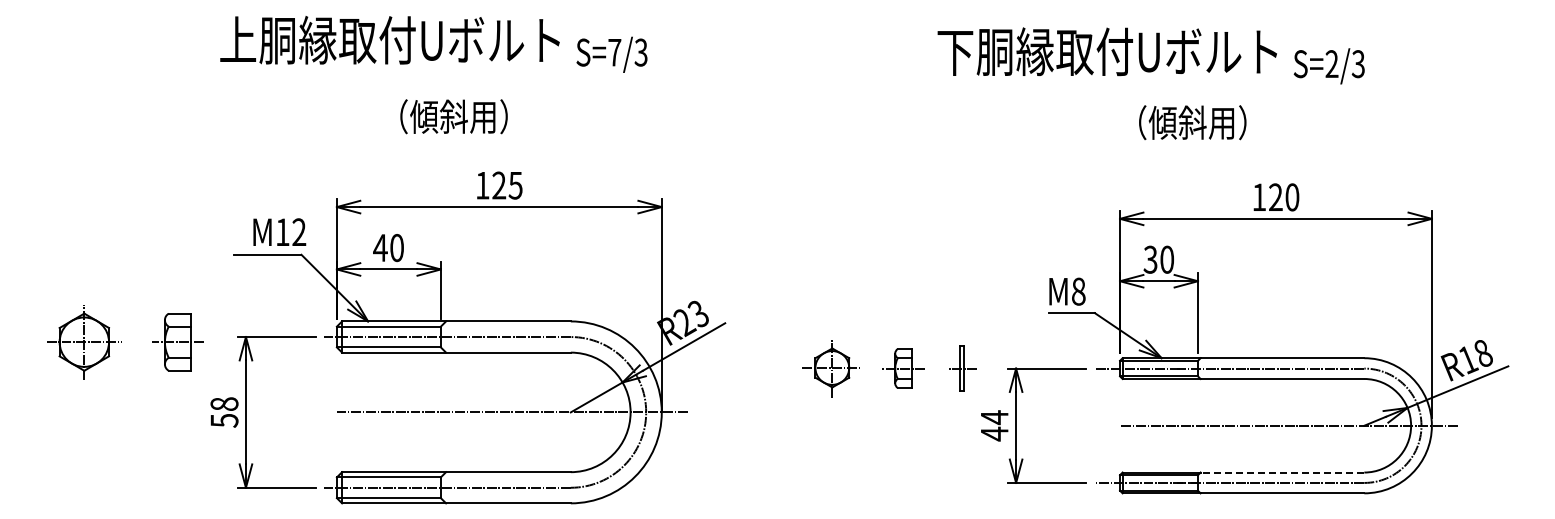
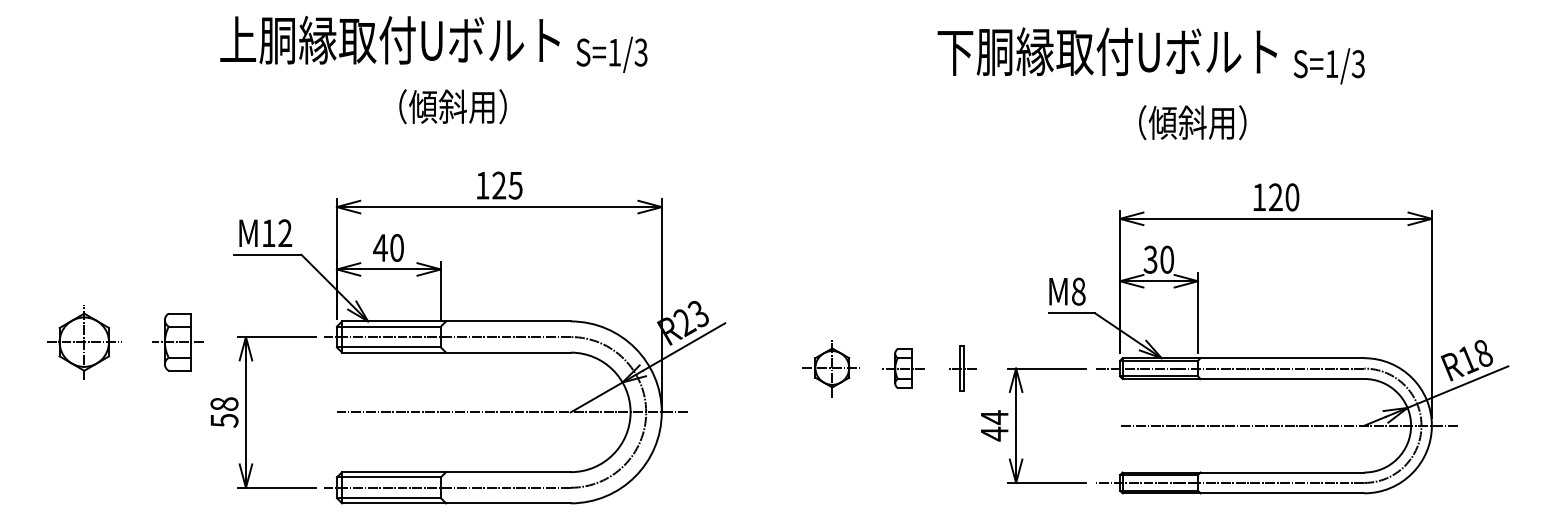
text at (614, 52): S=7/3 -> S=1/3
text at (1331, 63): S=2/3 -> S=1/3
text at (453, 116) position: (453, 116) -> (452, 106)
text at (279, 231) position: (279, 231) -> (265, 232)
line at (1282, 472): dashed -> solid
